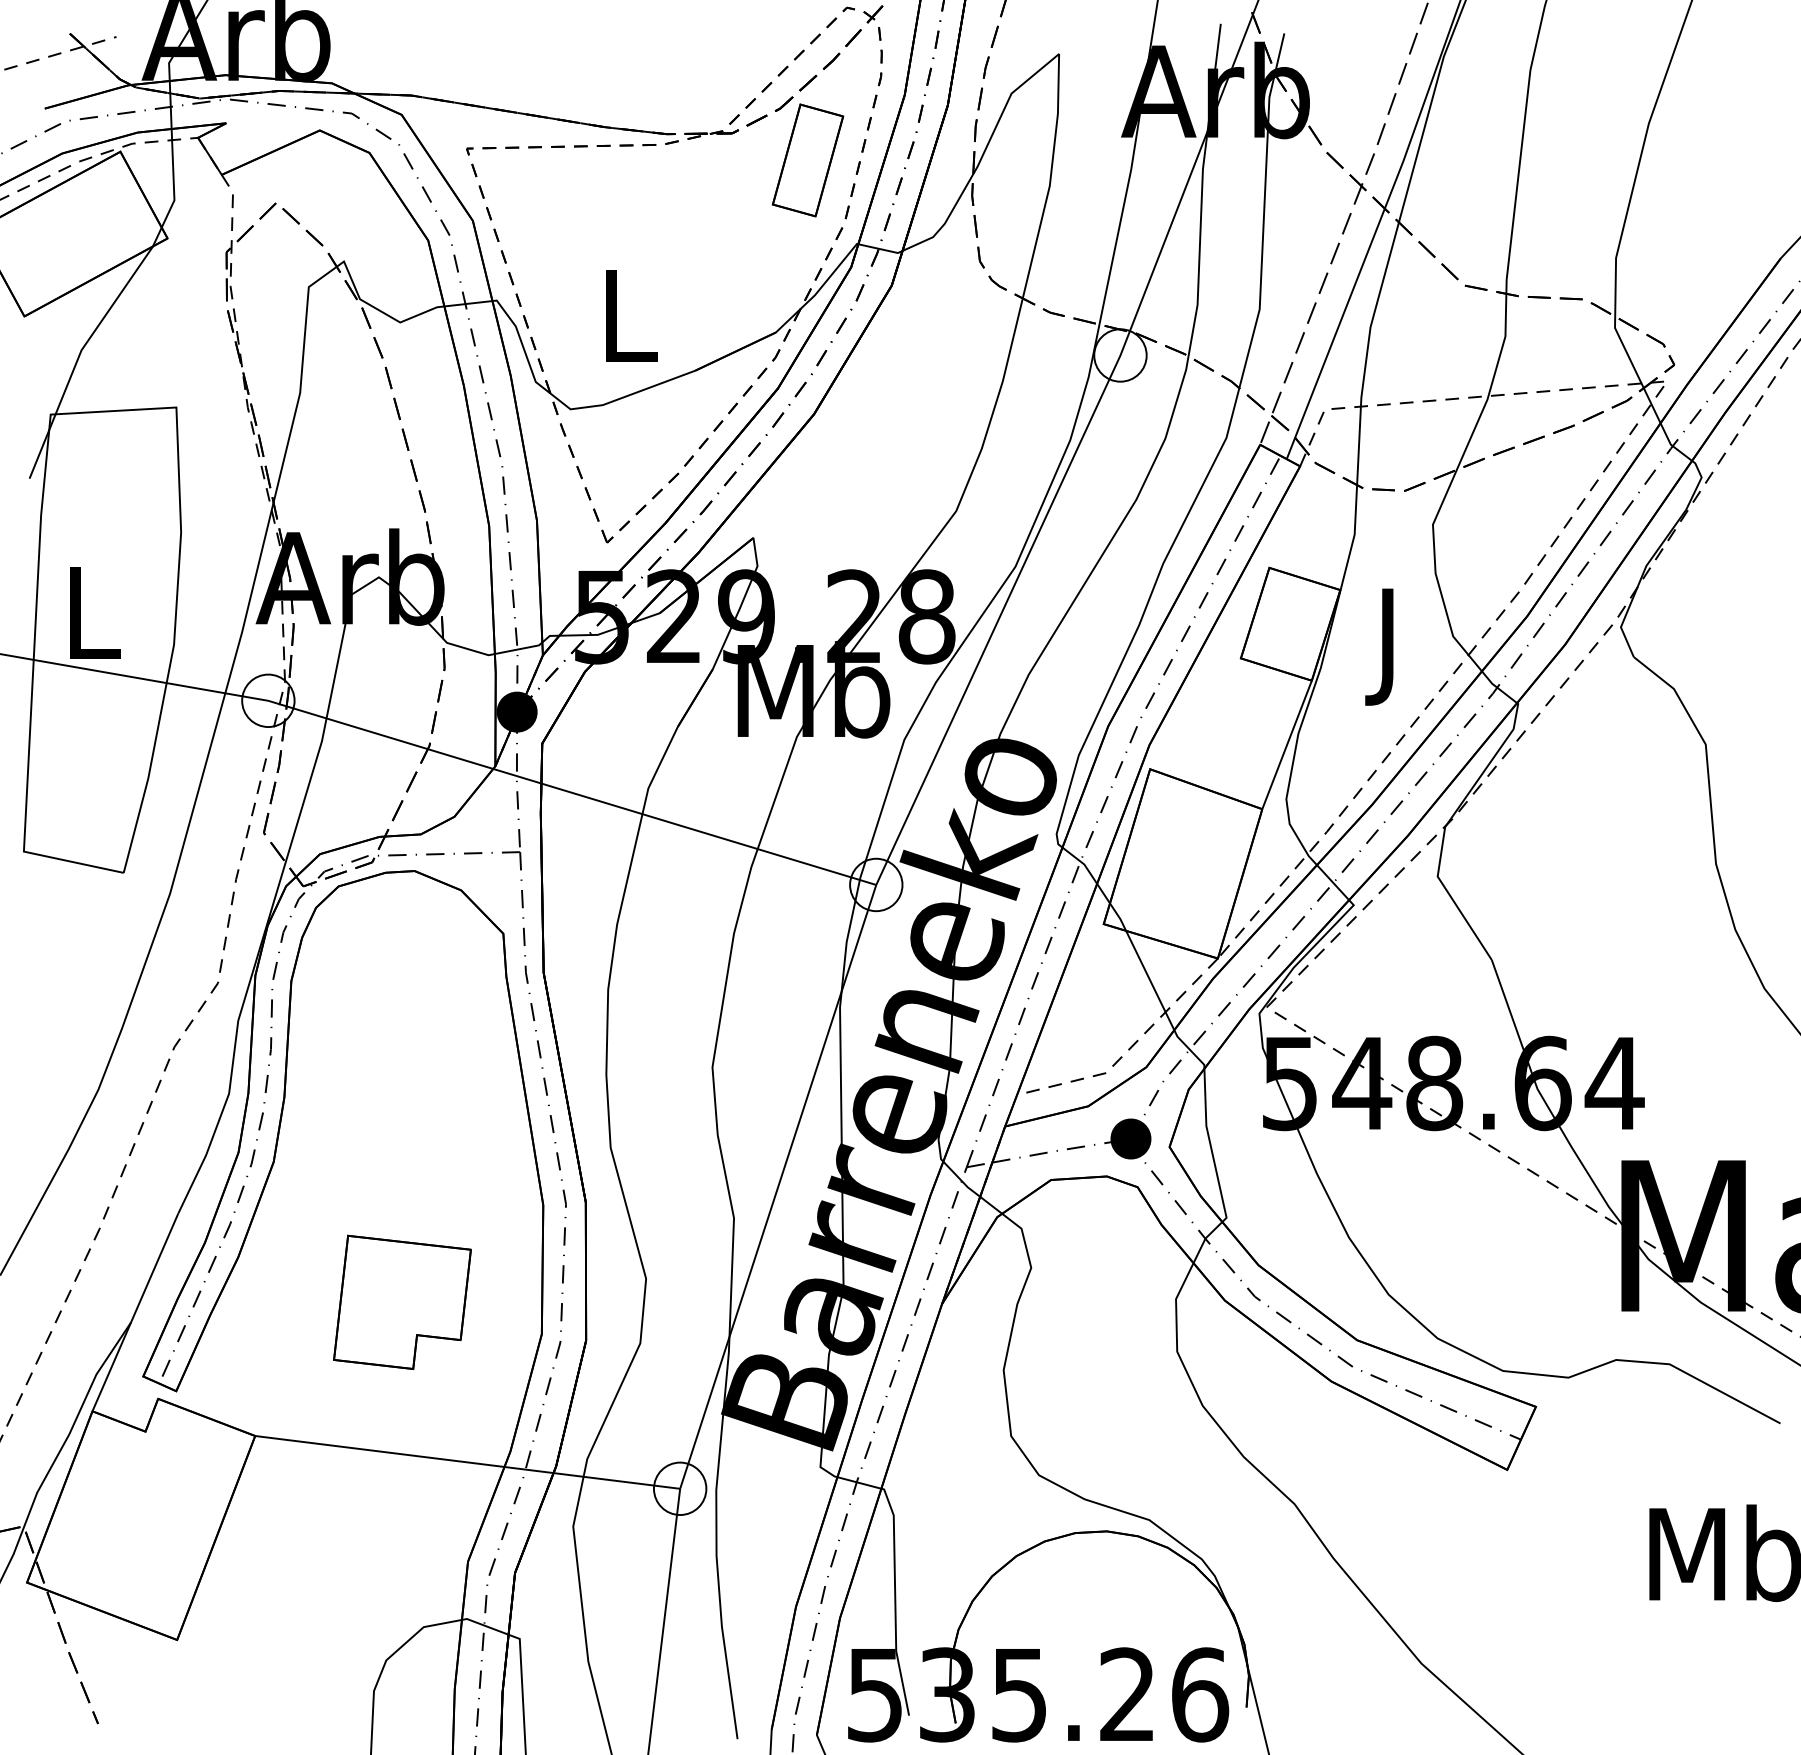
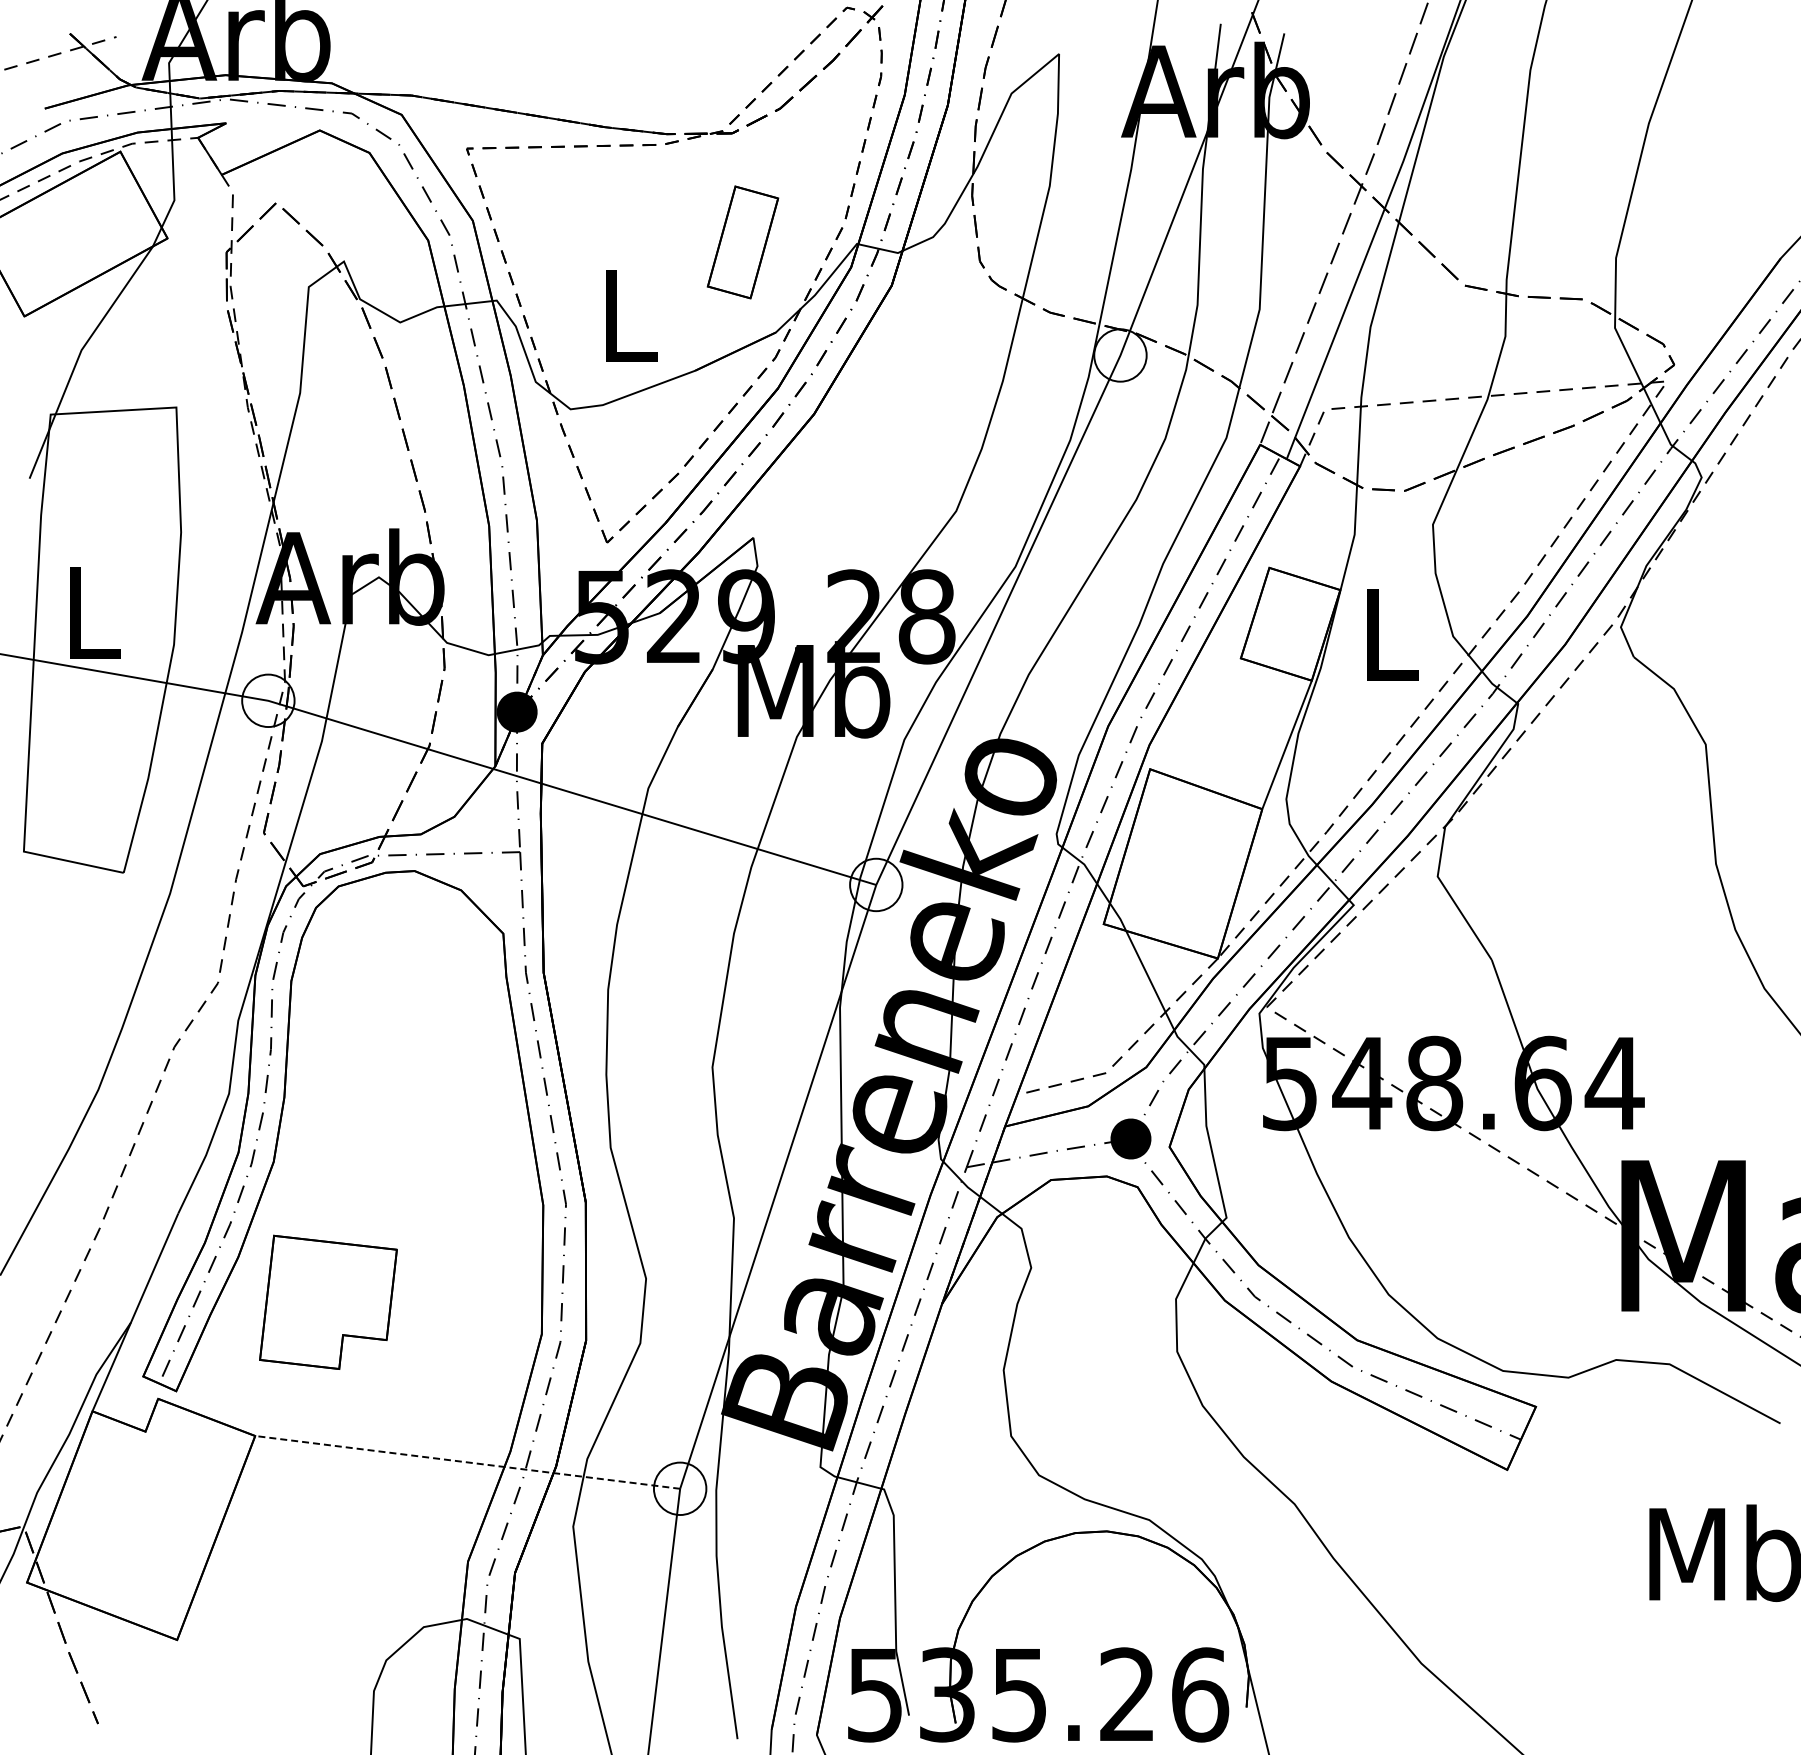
part at (807, 160) position: (807, 160) -> (742, 242)
text at (1391, 646): J -> L
part at (402, 1301) position: (402, 1301) -> (328, 1301)
line at (467, 1462): solid -> dashed
